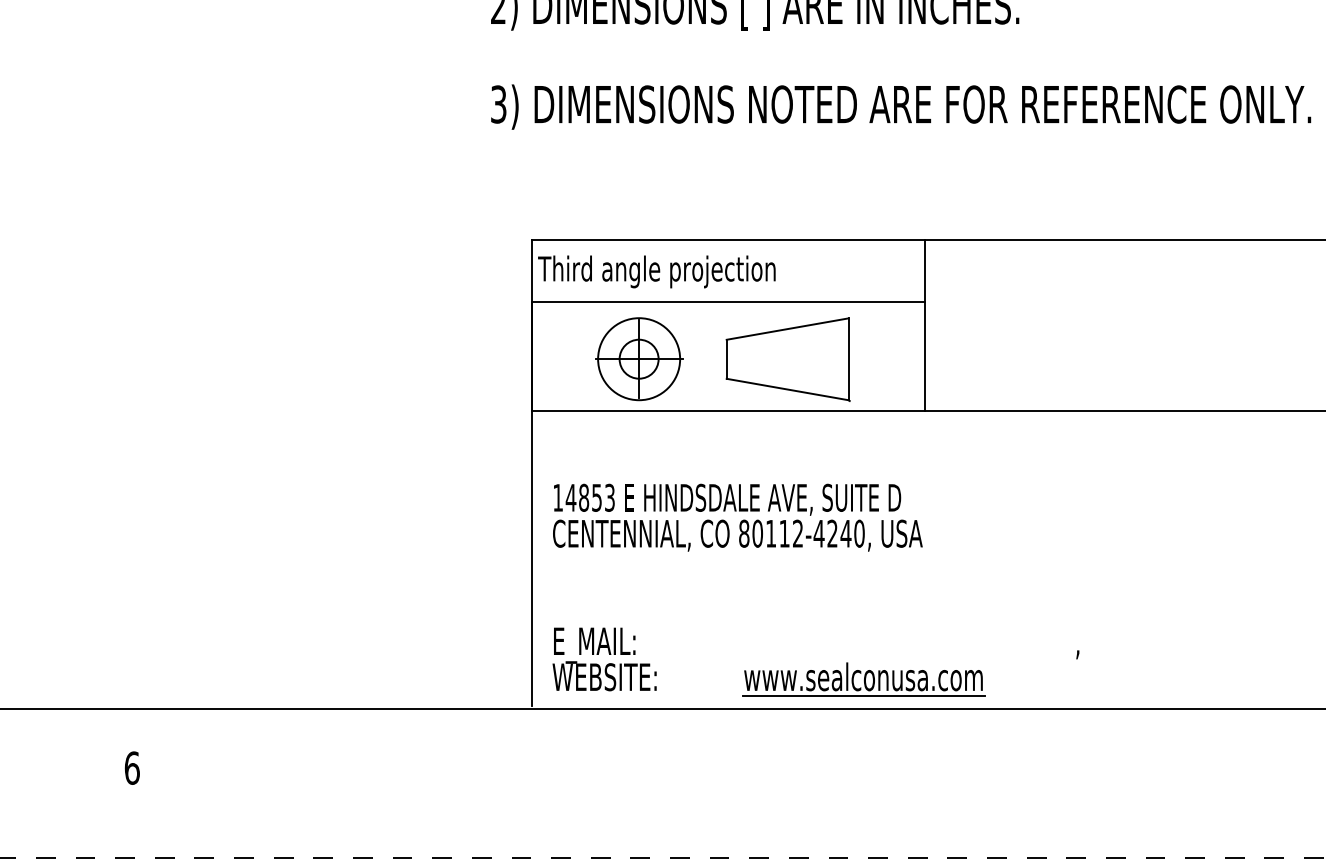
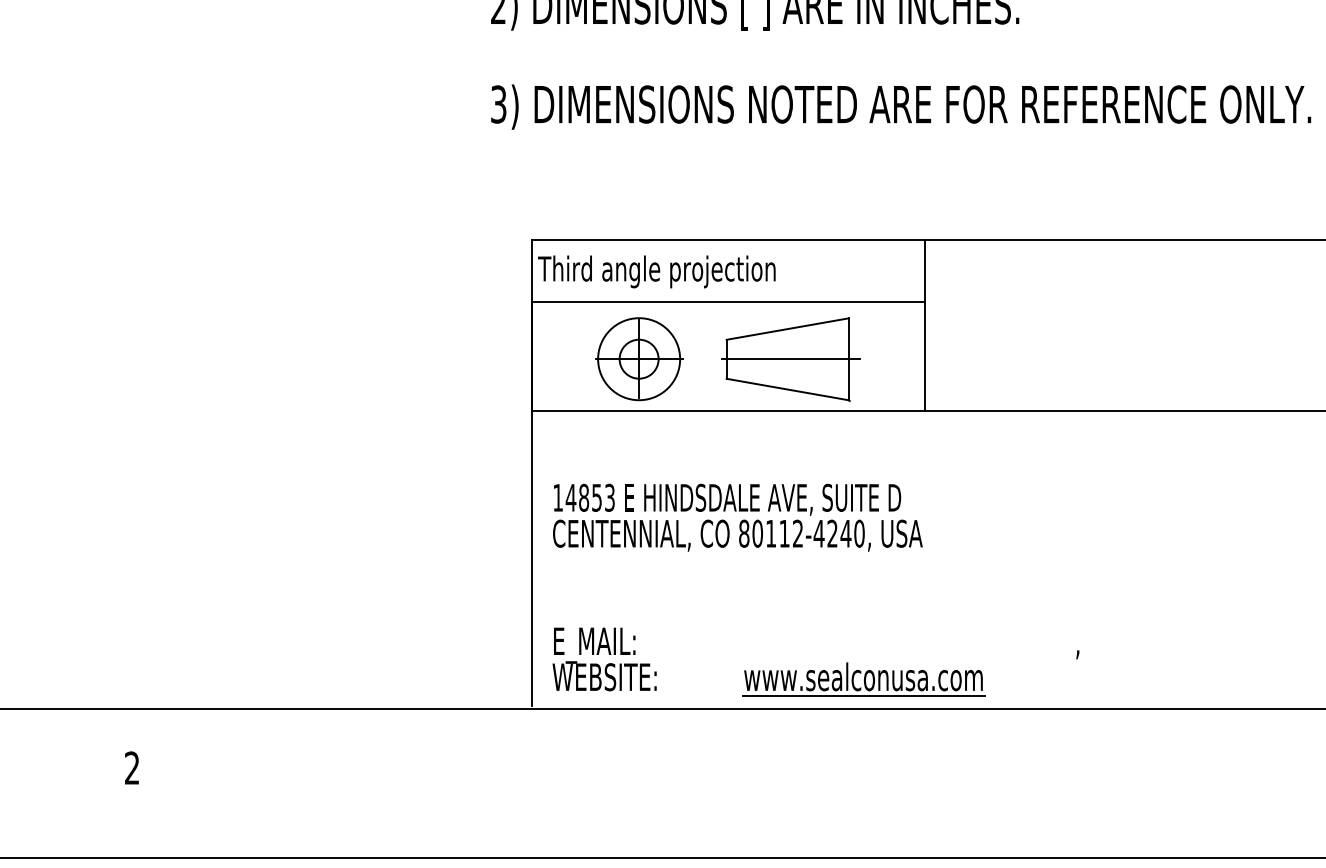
line at (790, 359): none -> present
text at (131, 767): 6 -> 2
line at (663, 857): dashed -> solid
